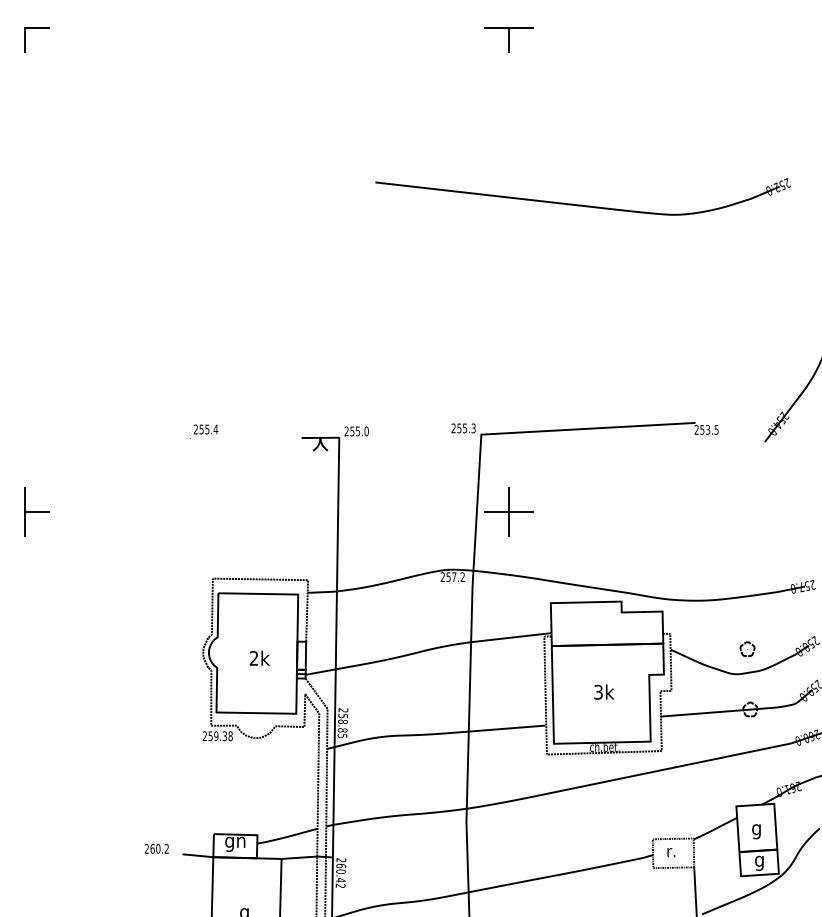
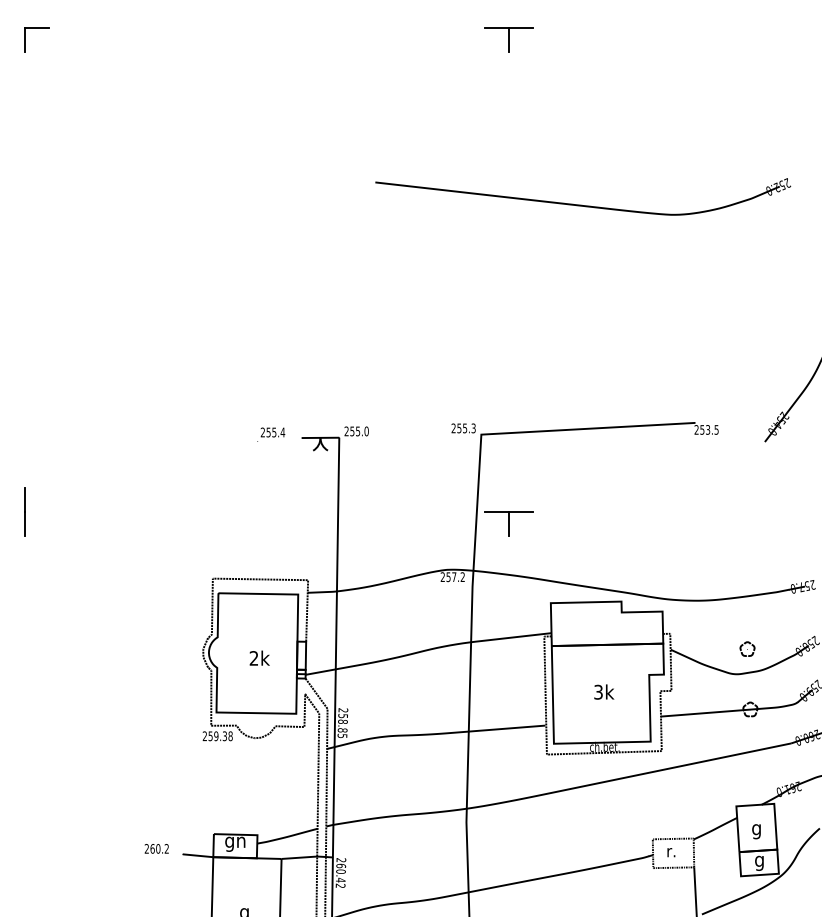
text at (204, 431) position: (204, 431) -> (271, 434)
line at (508, 499): present -> none
line at (36, 511): present -> none
